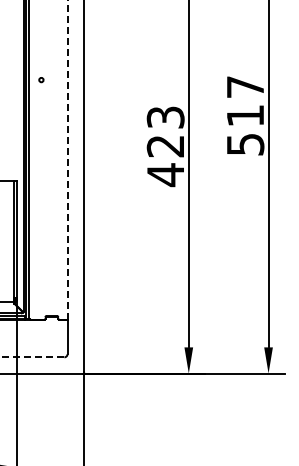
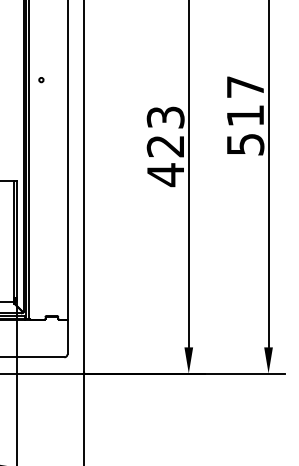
line at (67, 159): dashed -> solid
line at (32, 357): dashed -> solid
